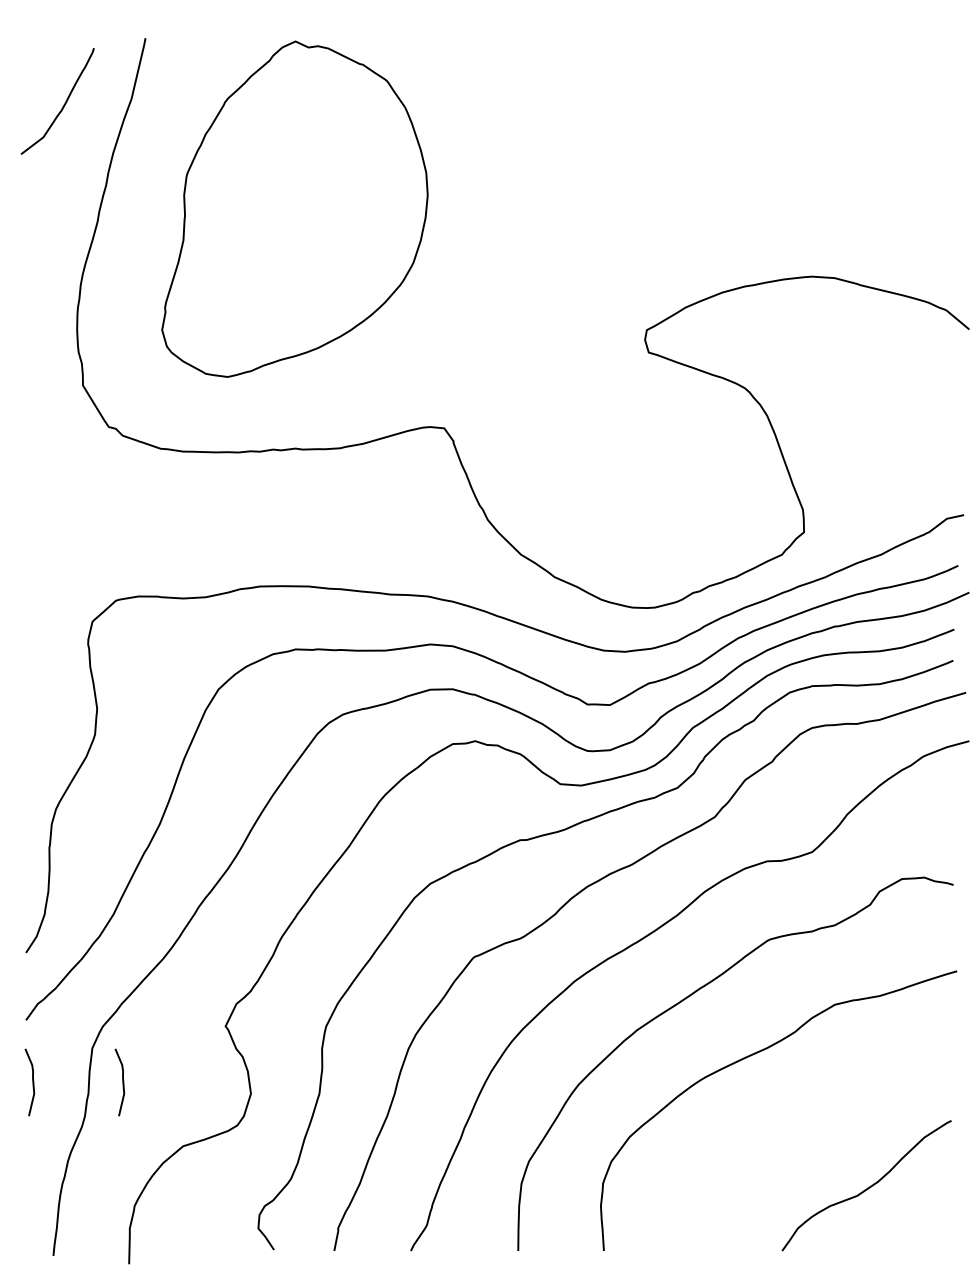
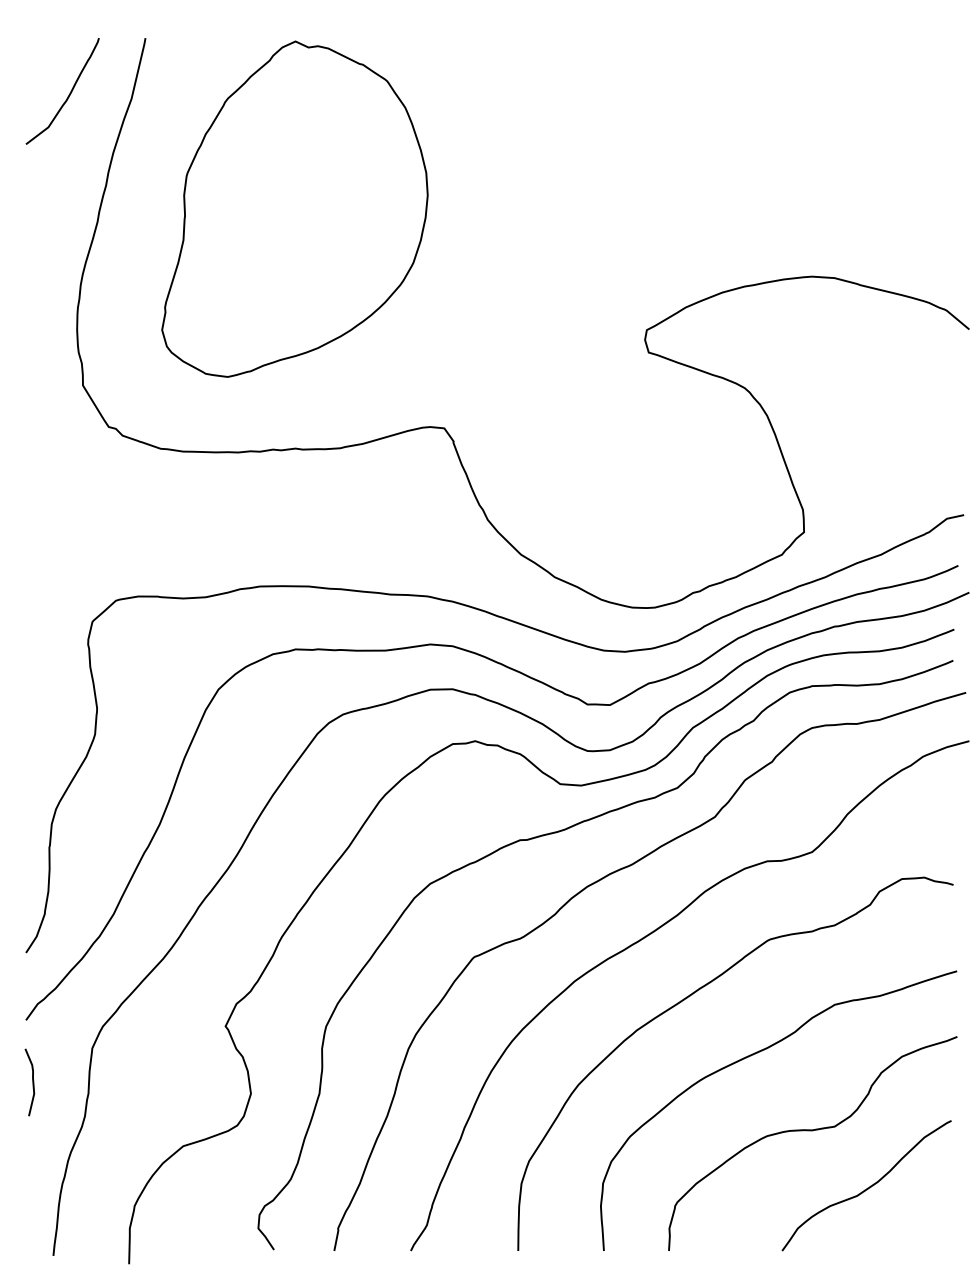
curve at (63, 104) position: (63, 104) -> (68, 94)
curve at (122, 1082): present -> none
curve at (812, 1131): none -> present
